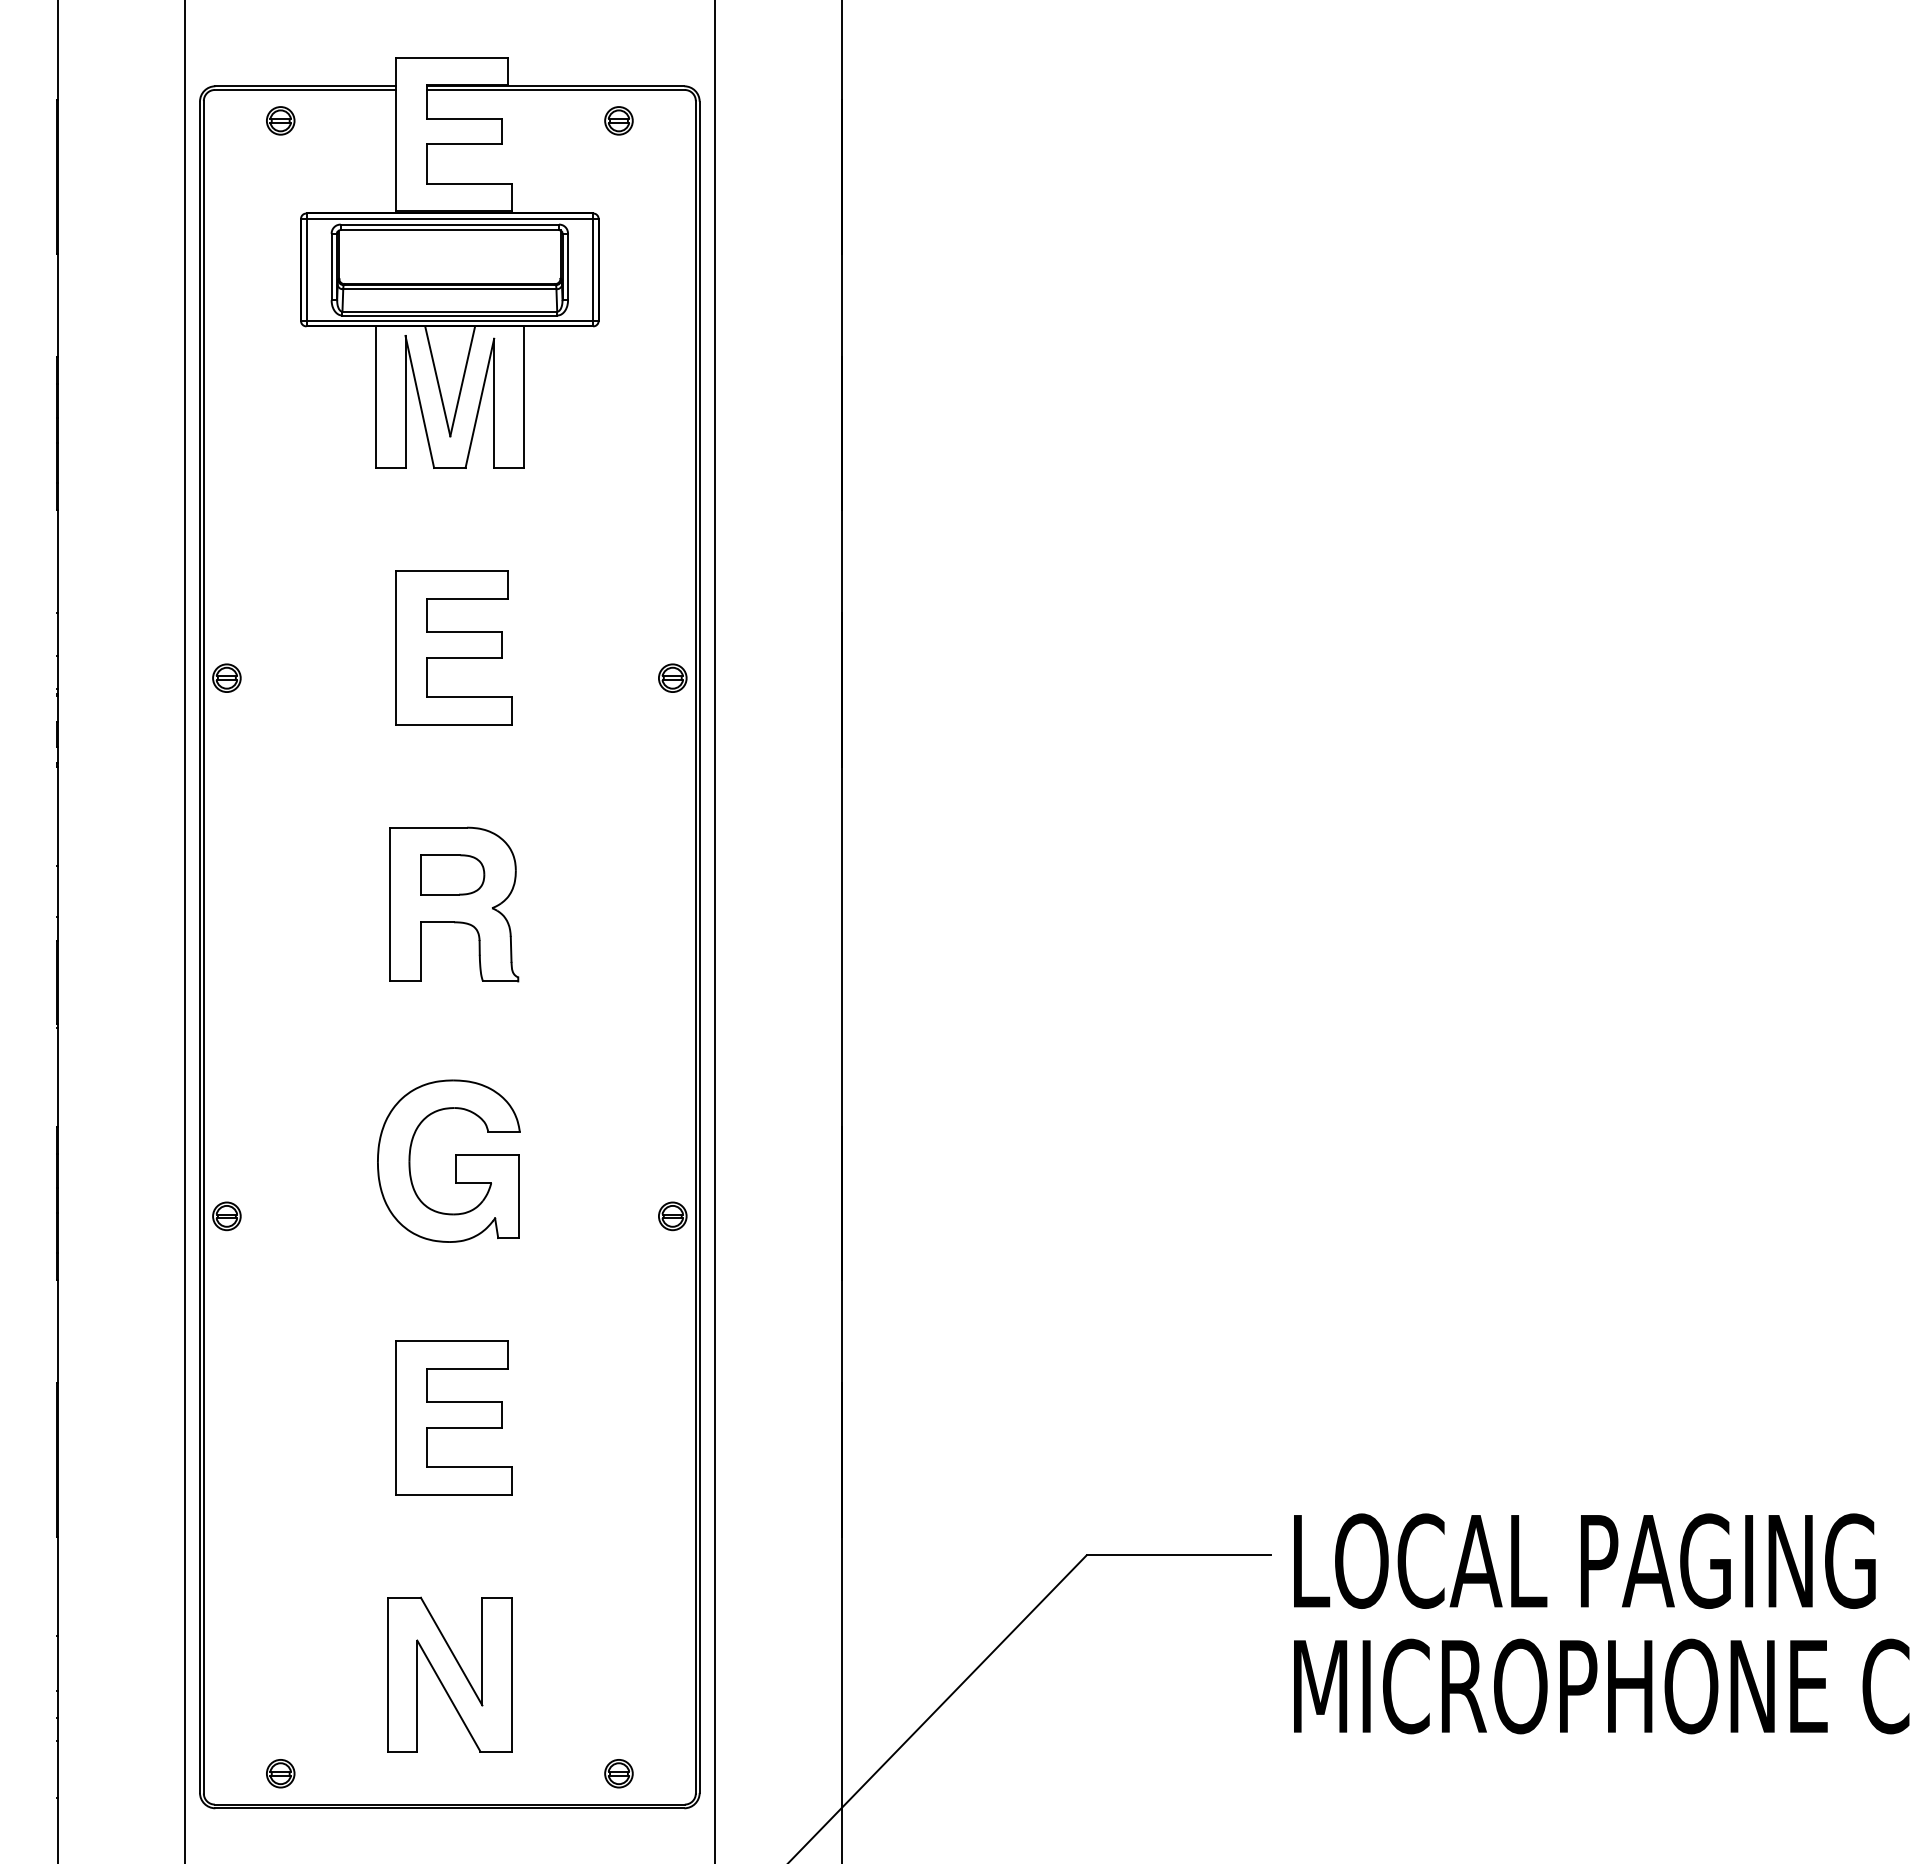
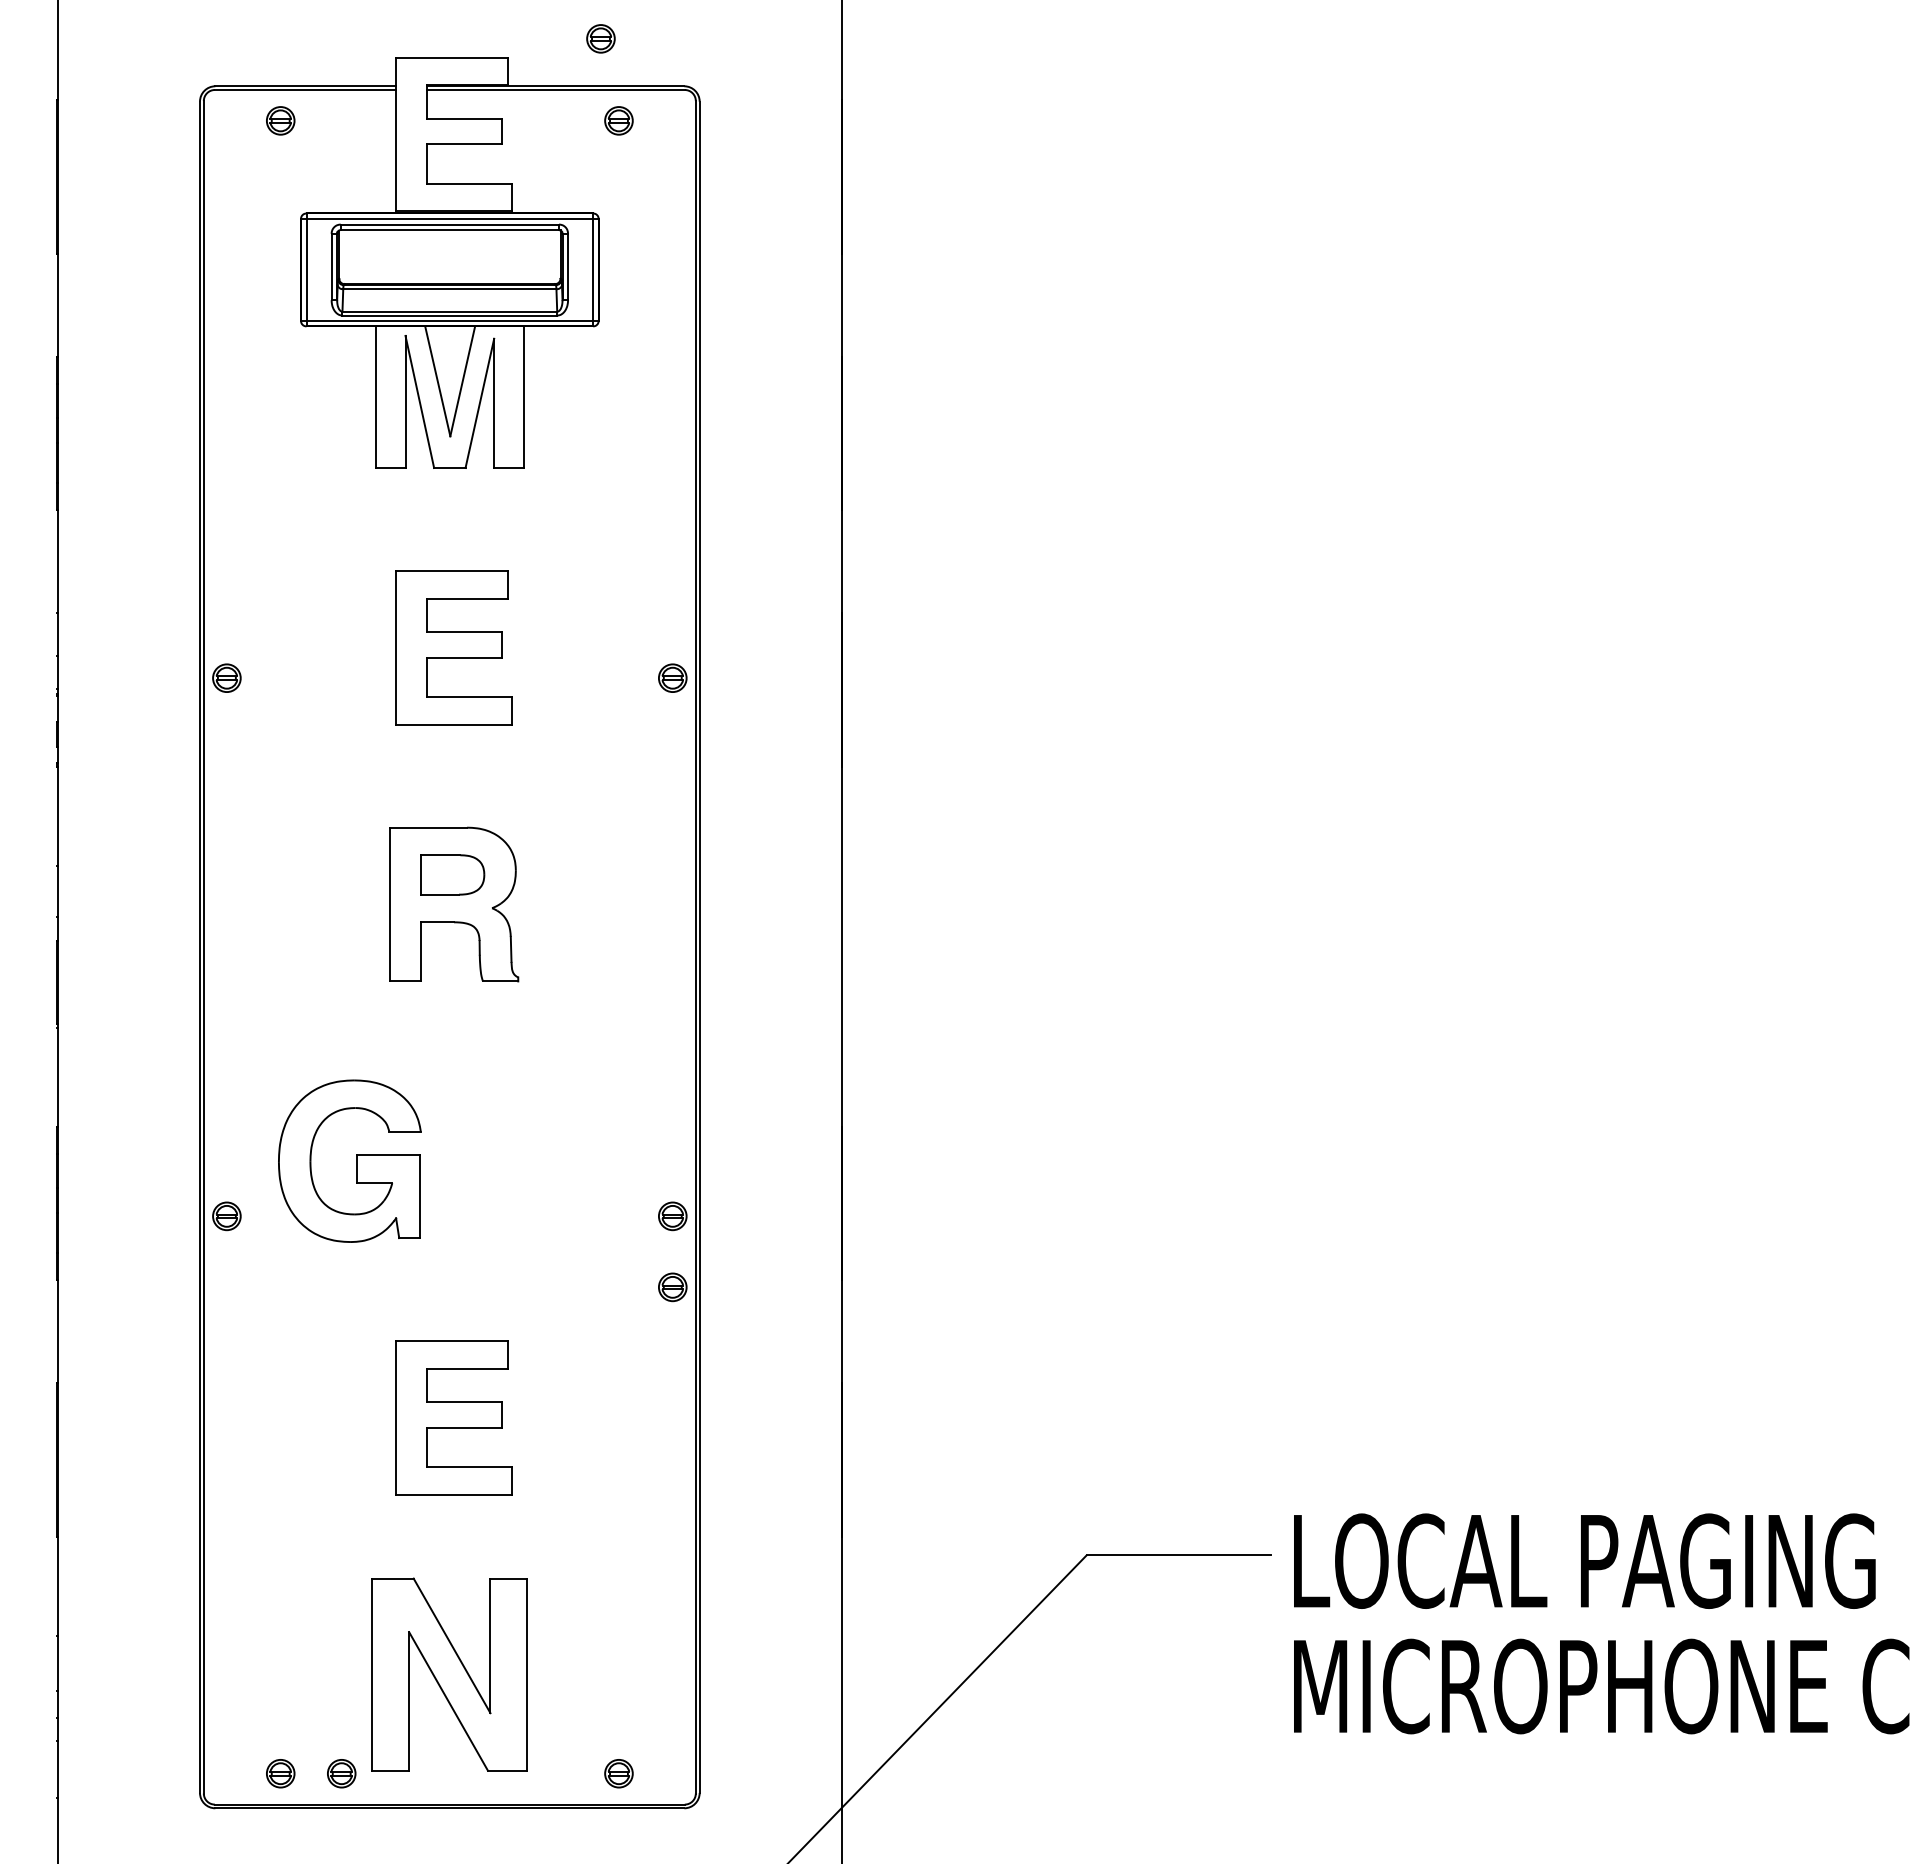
part at (600, 38): none -> present
line at (184, 931): present -> none
line at (715, 931): present -> none
part at (455, 1160) position: (455, 1160) -> (356, 1160)
part at (672, 1287): none -> present
part at (449, 1674) size: 126x157 px -> 157x195 px
part at (341, 1773): none -> present
